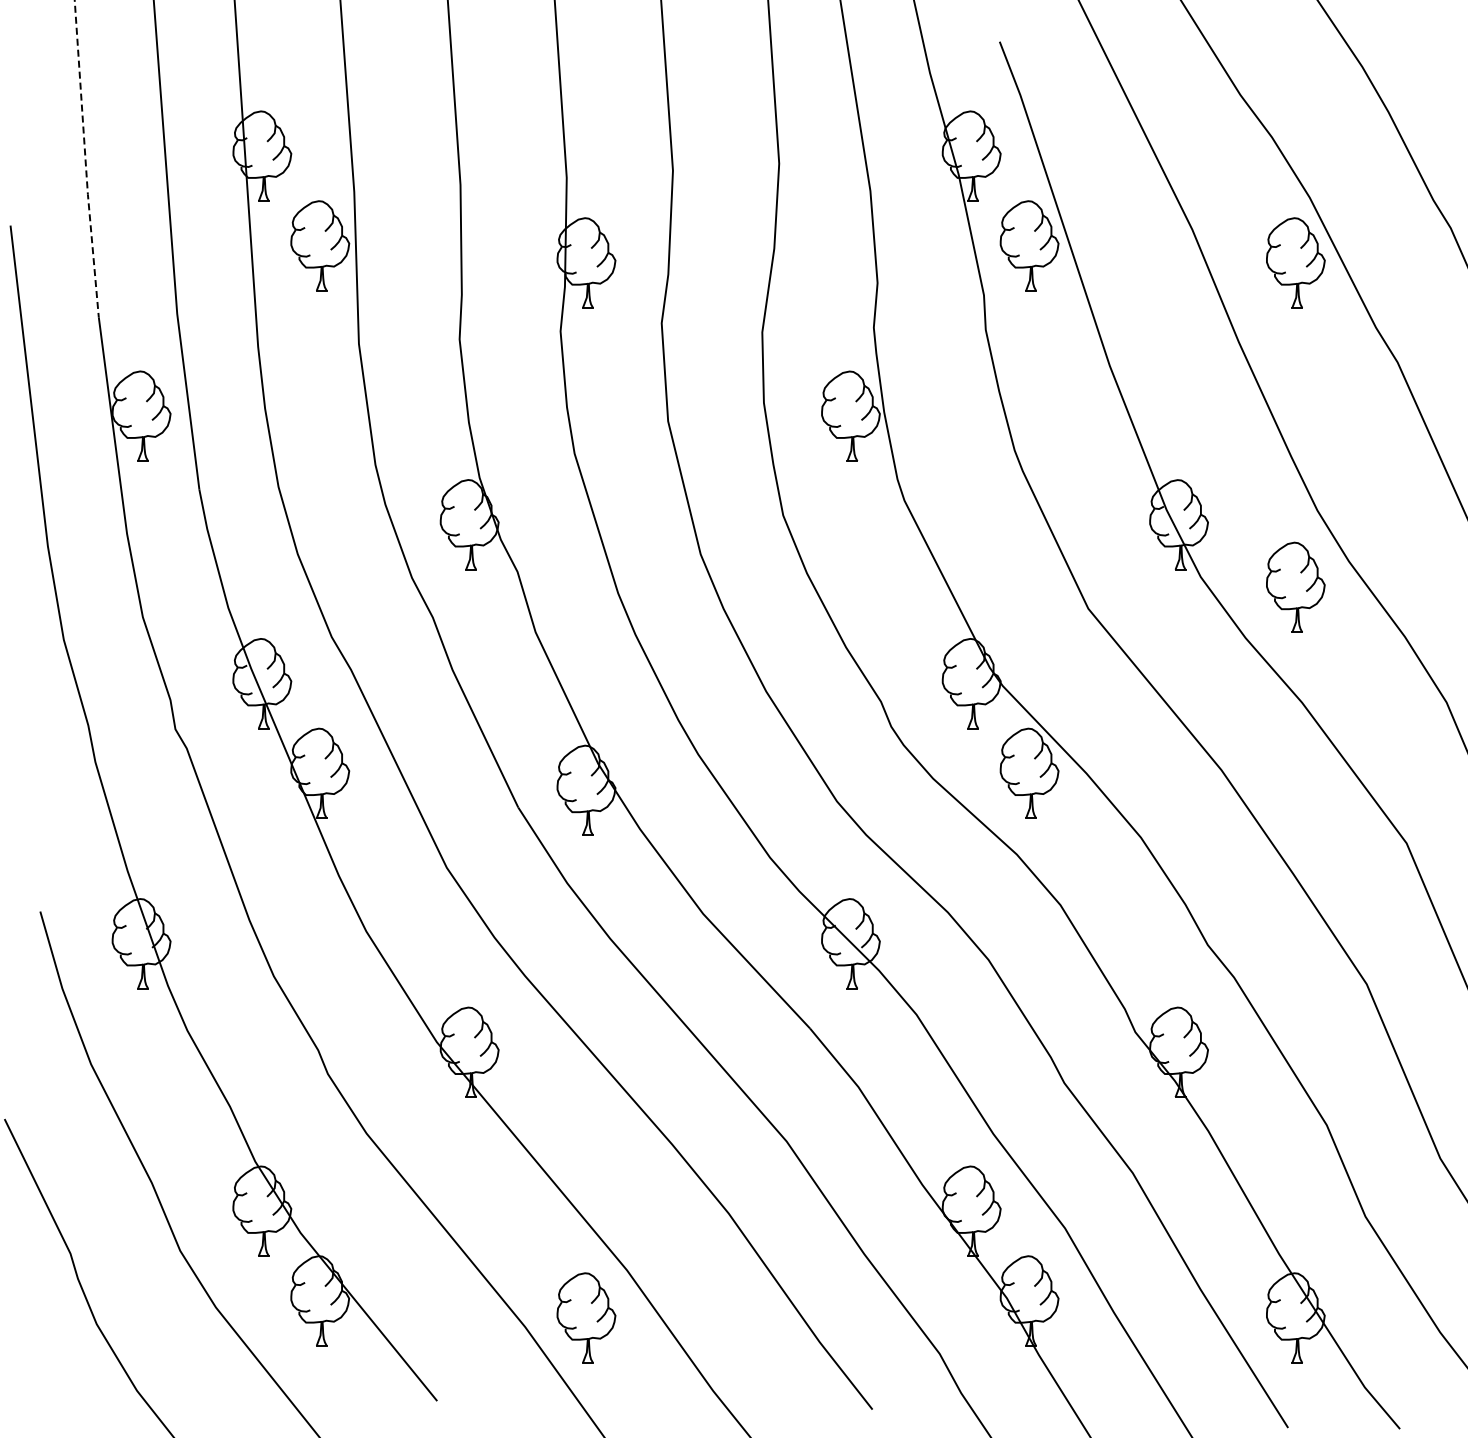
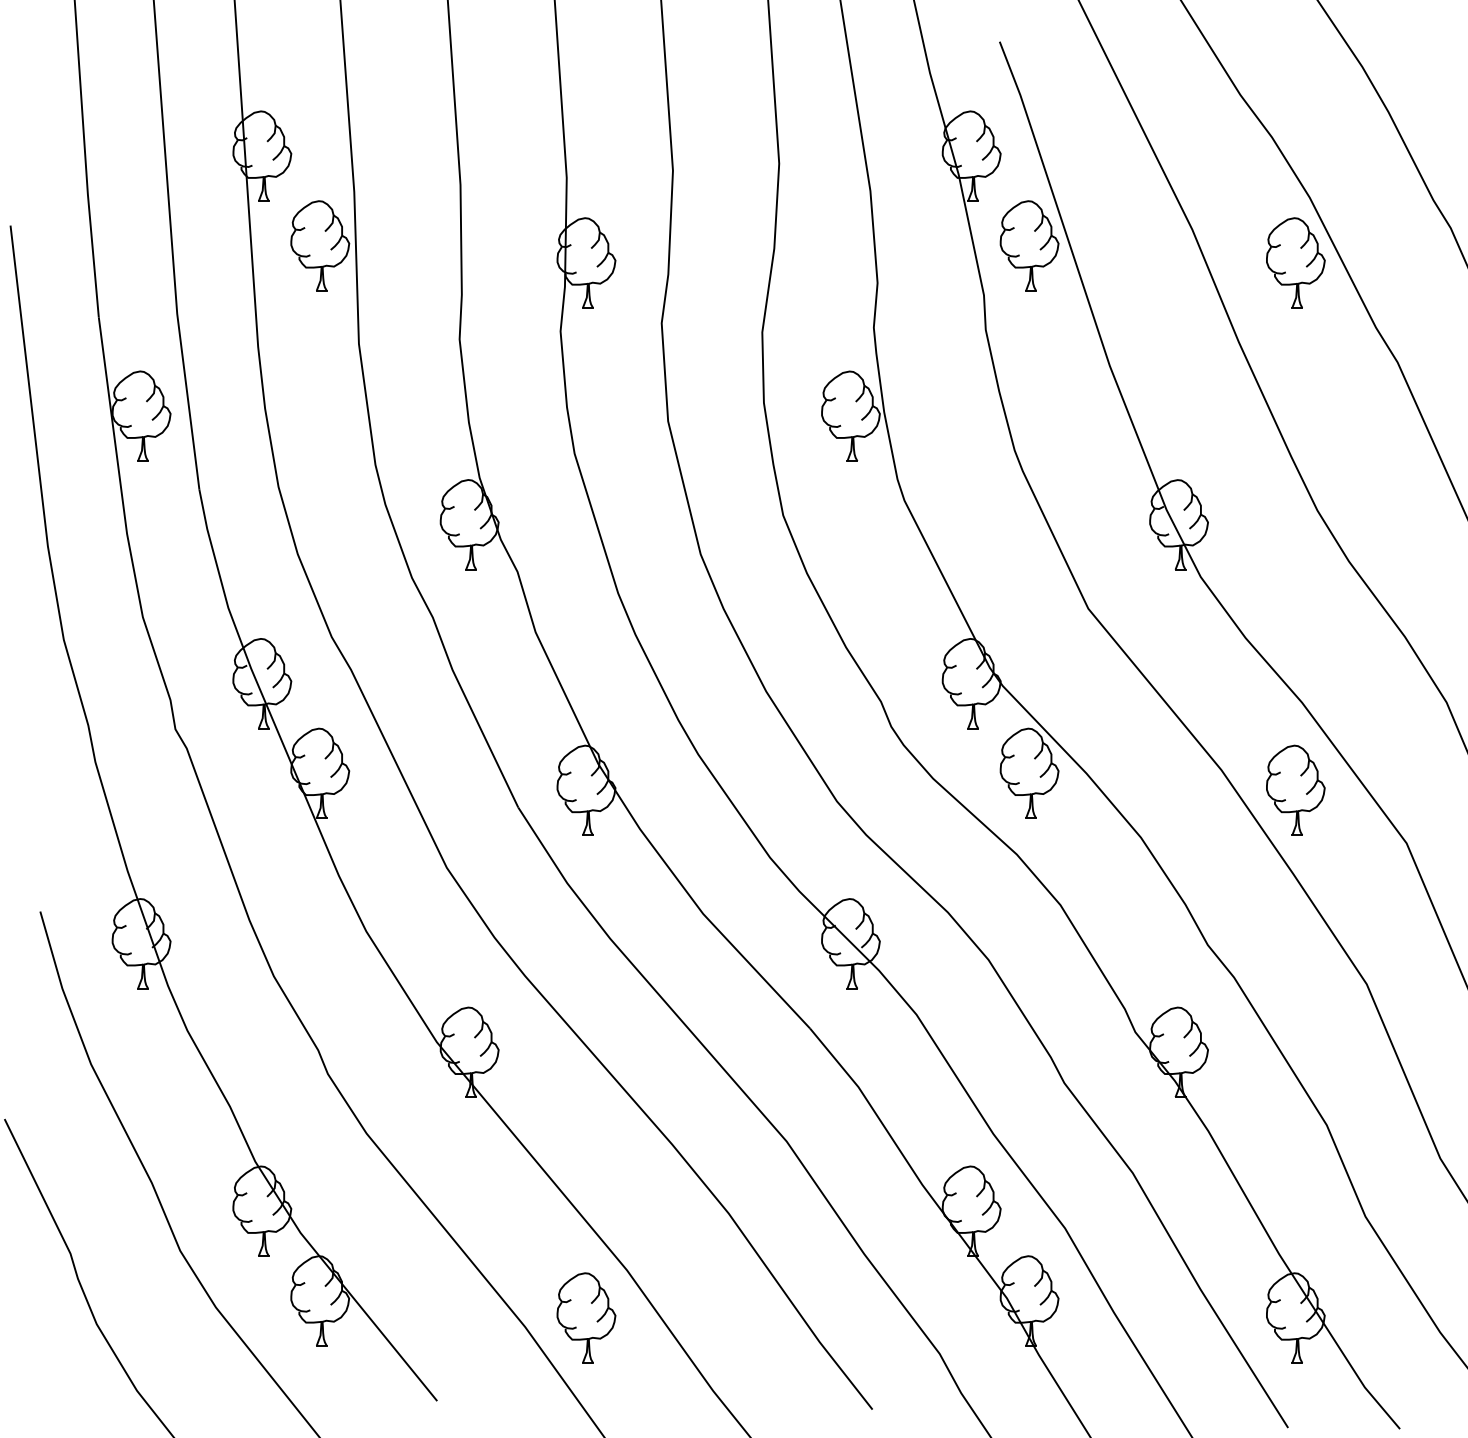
line at (85, 159): dashed -> solid
part at (1295, 586) position: (1295, 586) -> (1295, 789)
